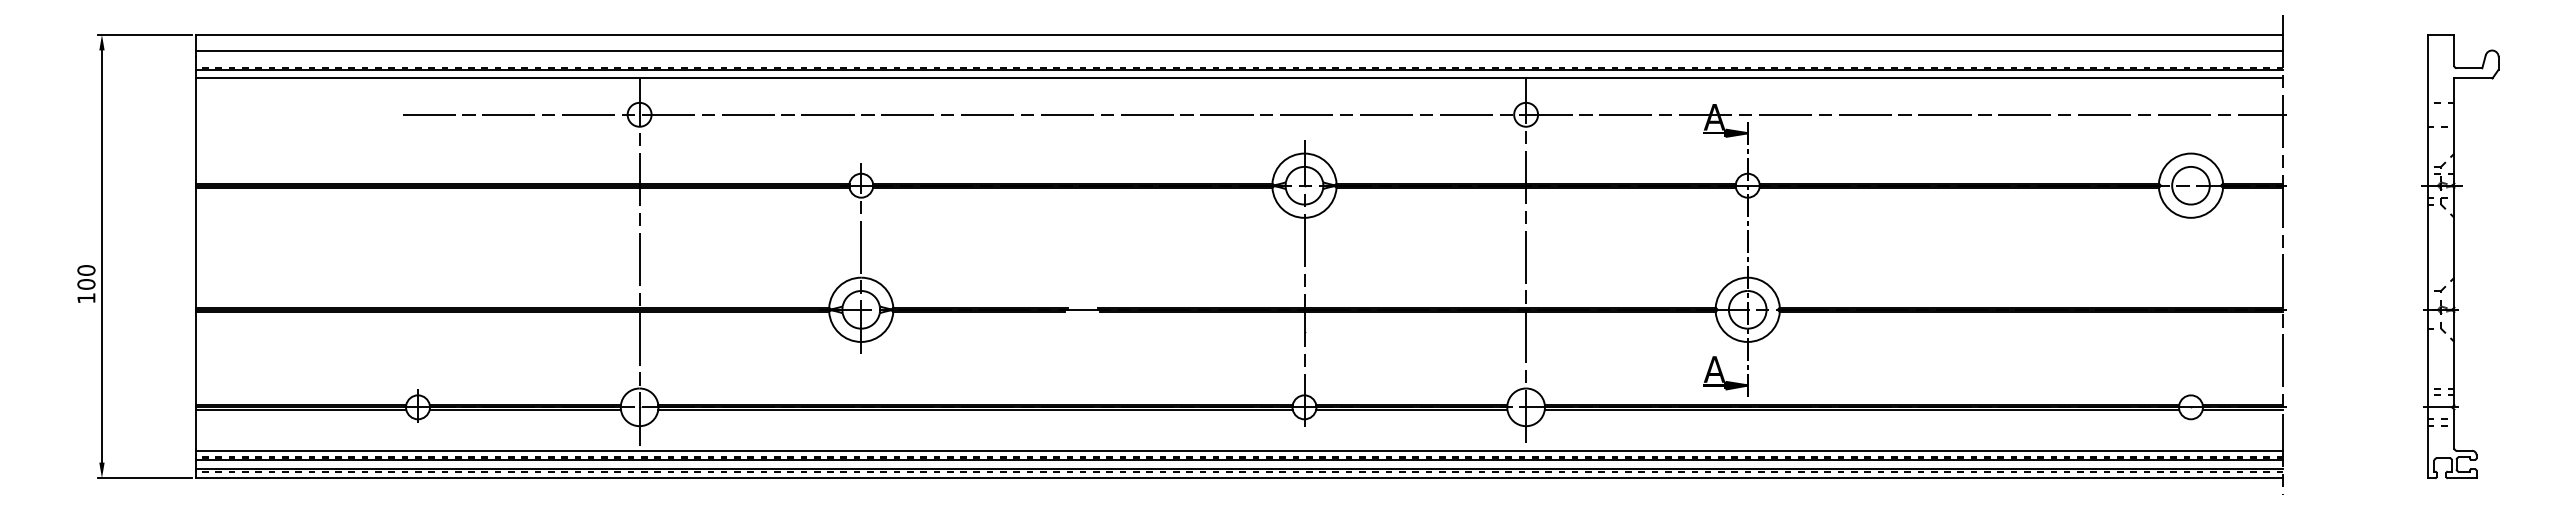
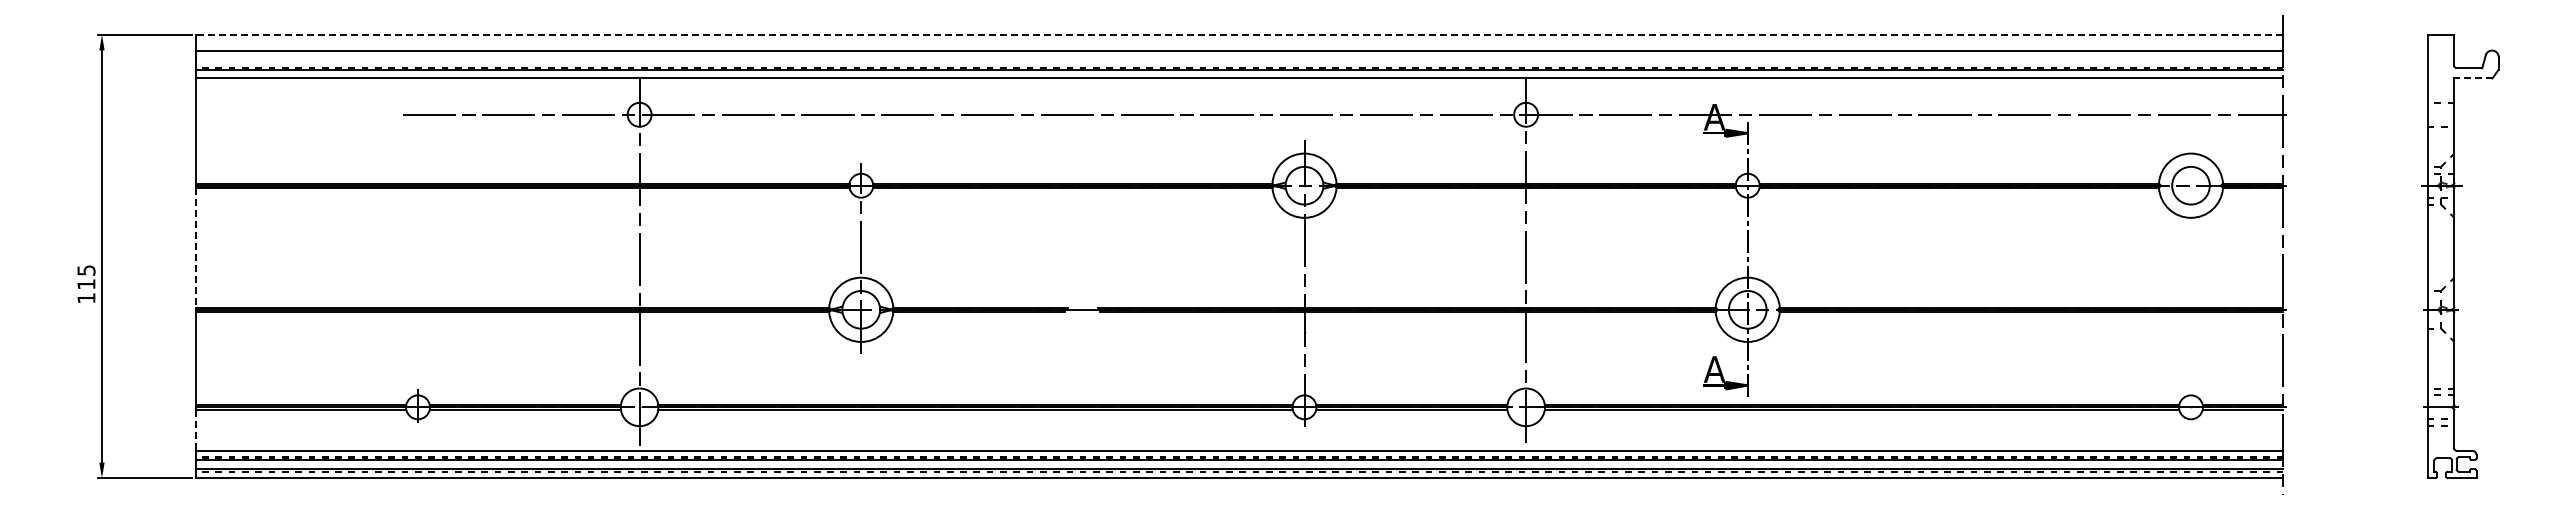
line at (1239, 35): solid -> dashed
line at (2472, 78): solid -> dashed
line at (196, 247): solid -> dashed
text at (86, 277): 100 -> 115
line at (196, 429): solid -> dashed
